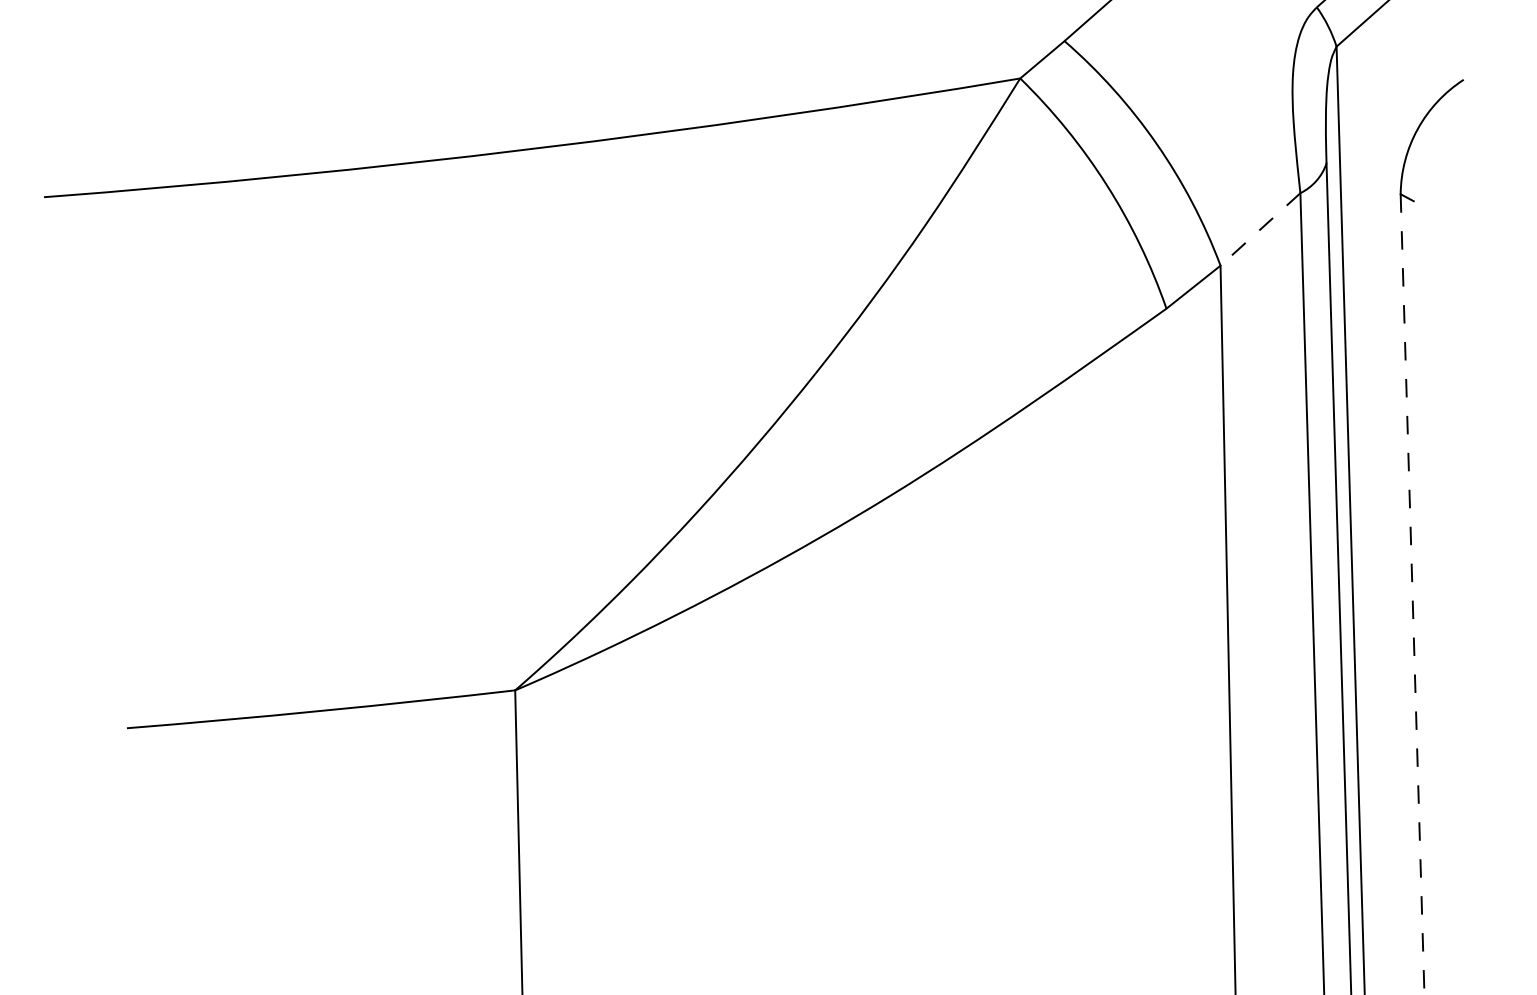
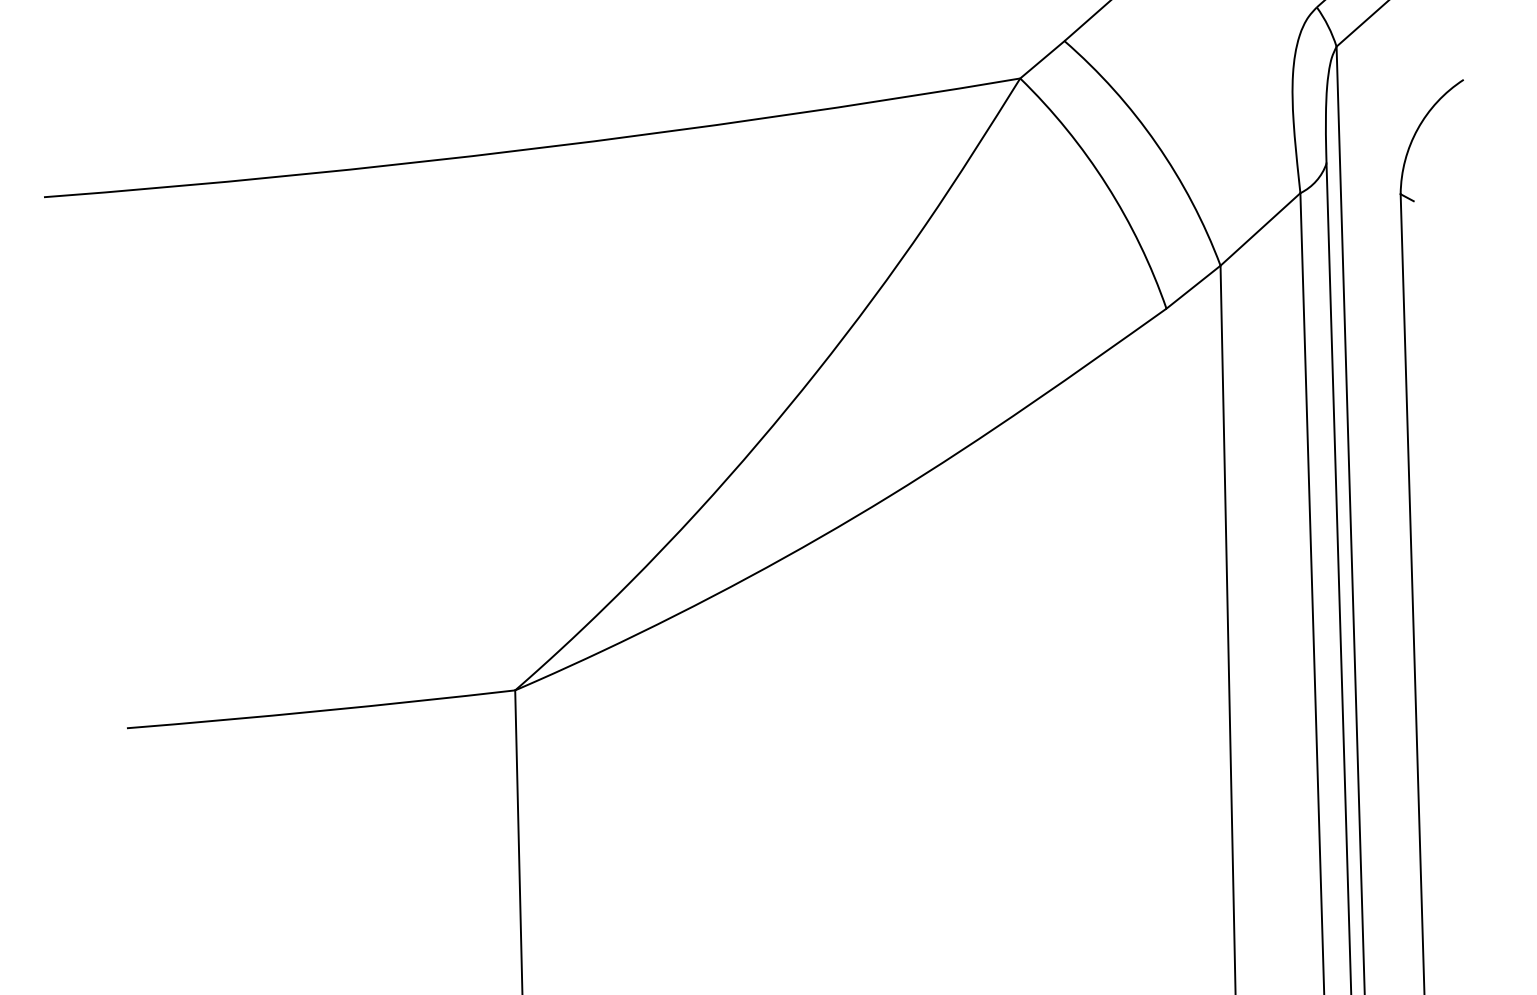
line at (1260, 229): dashed -> solid
line at (1412, 594): dashed -> solid
